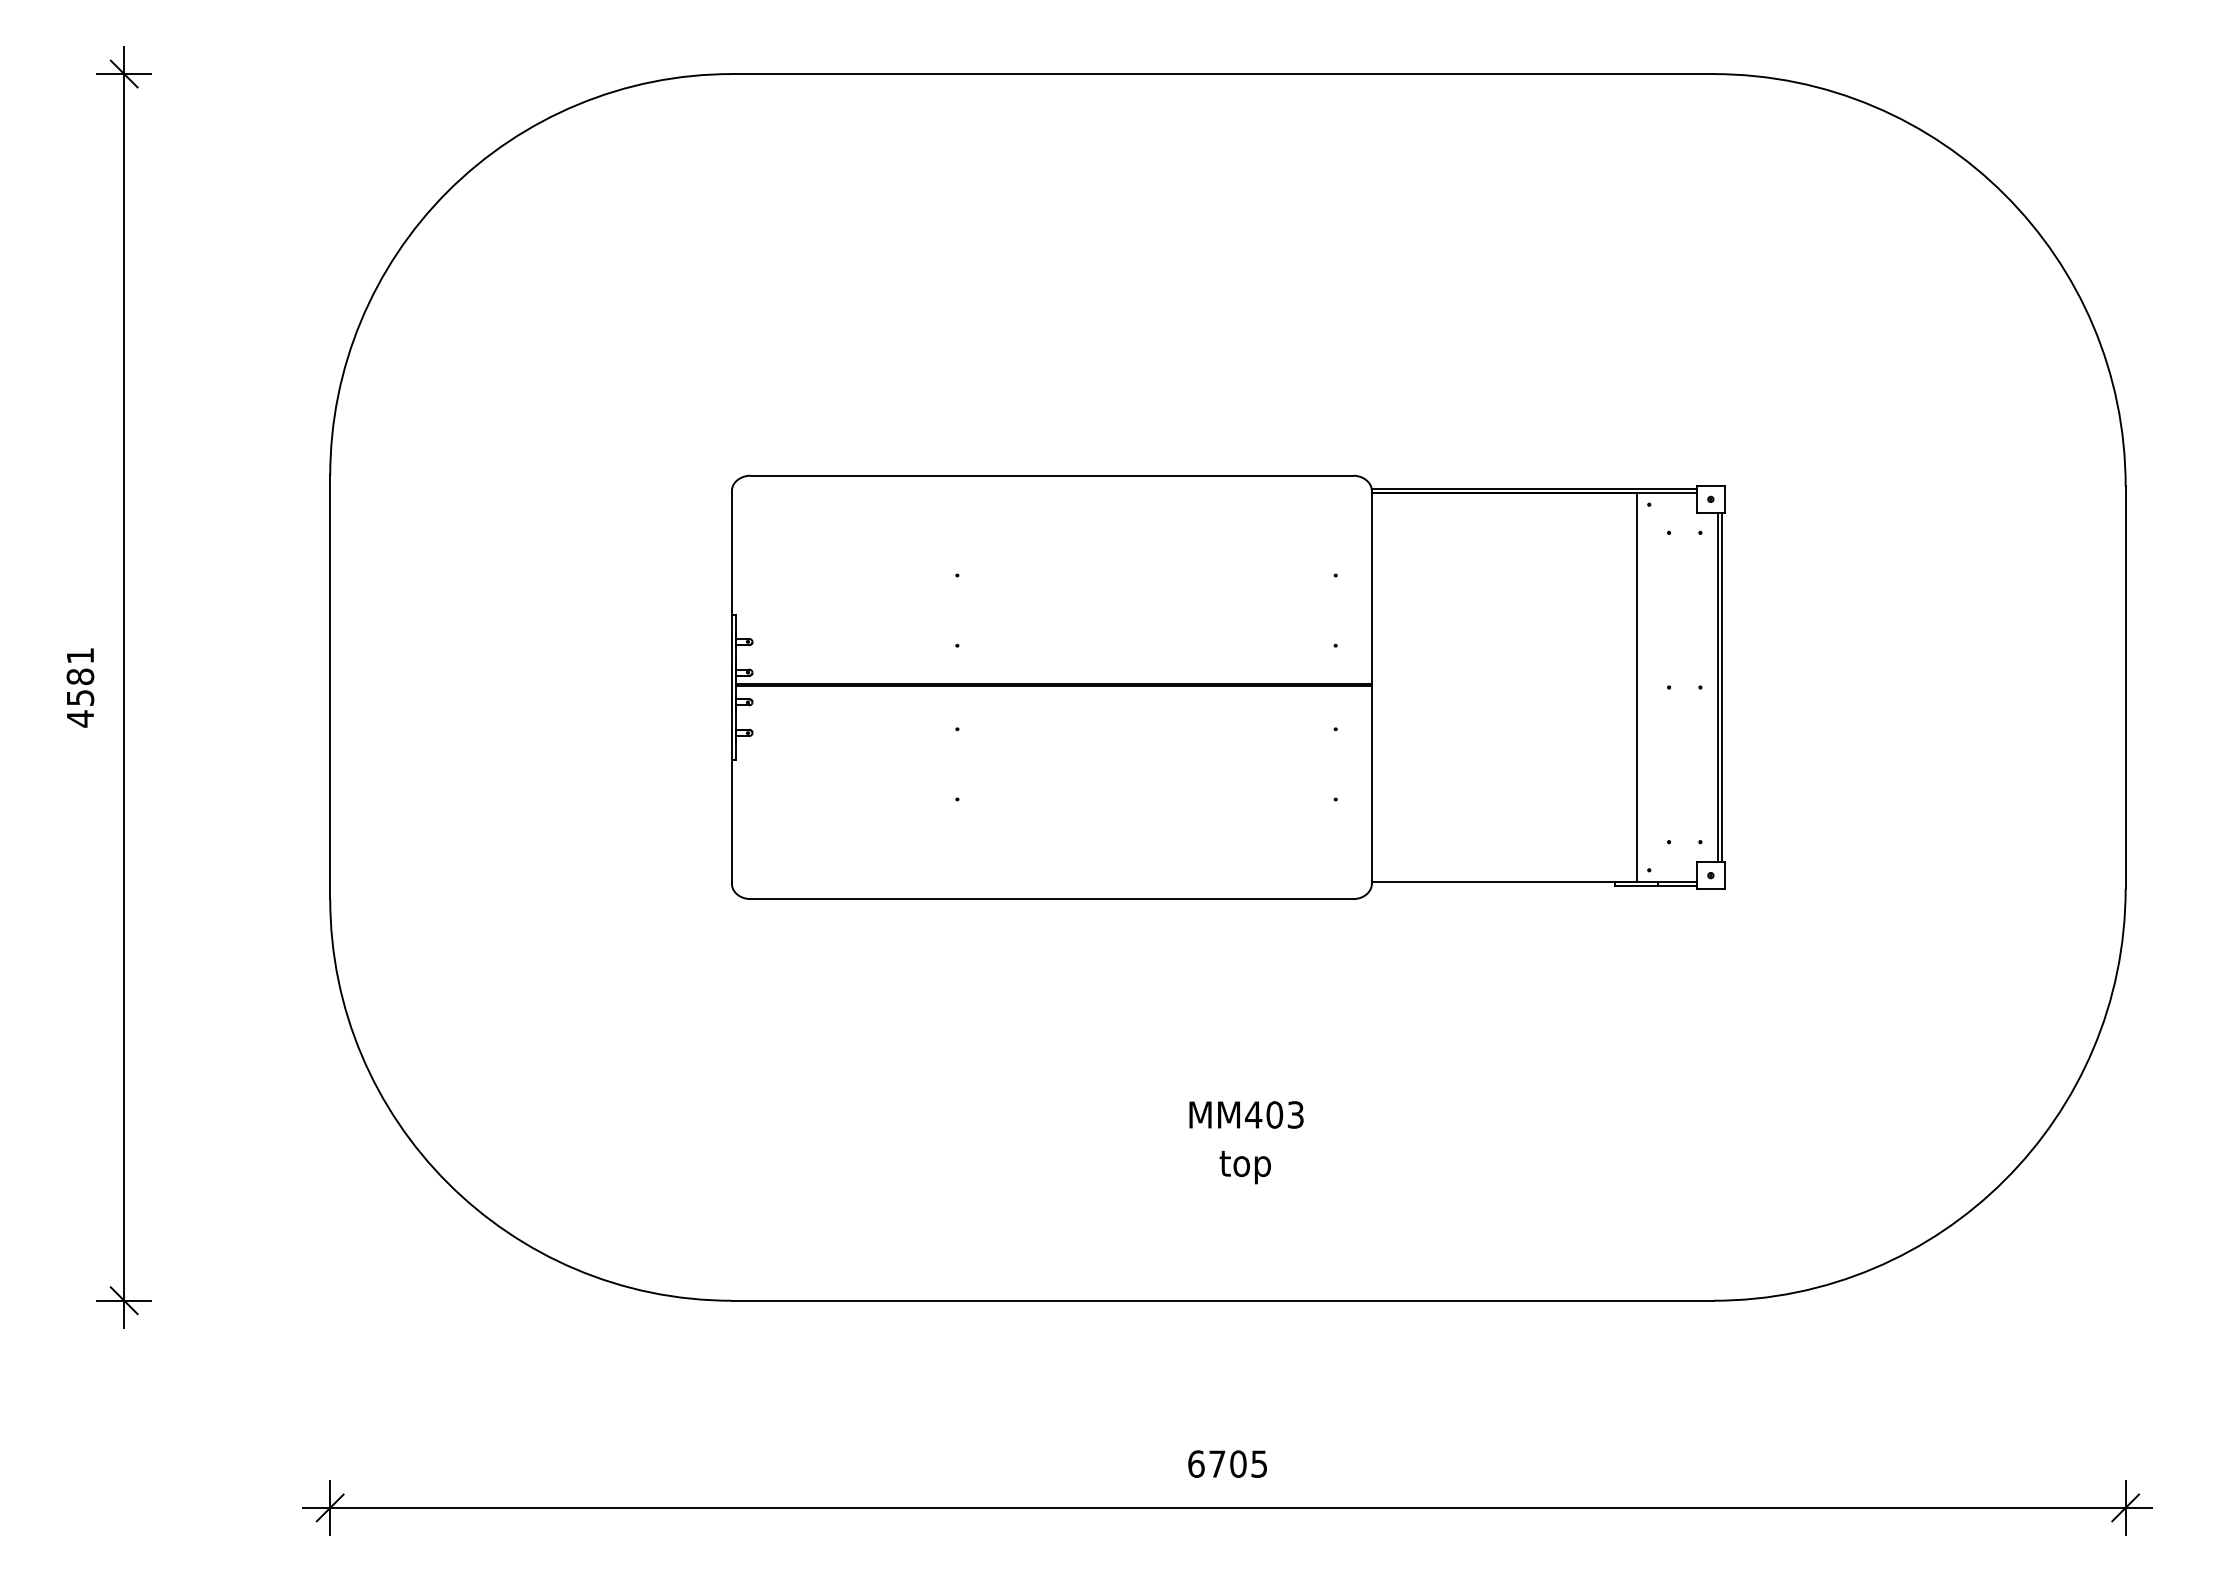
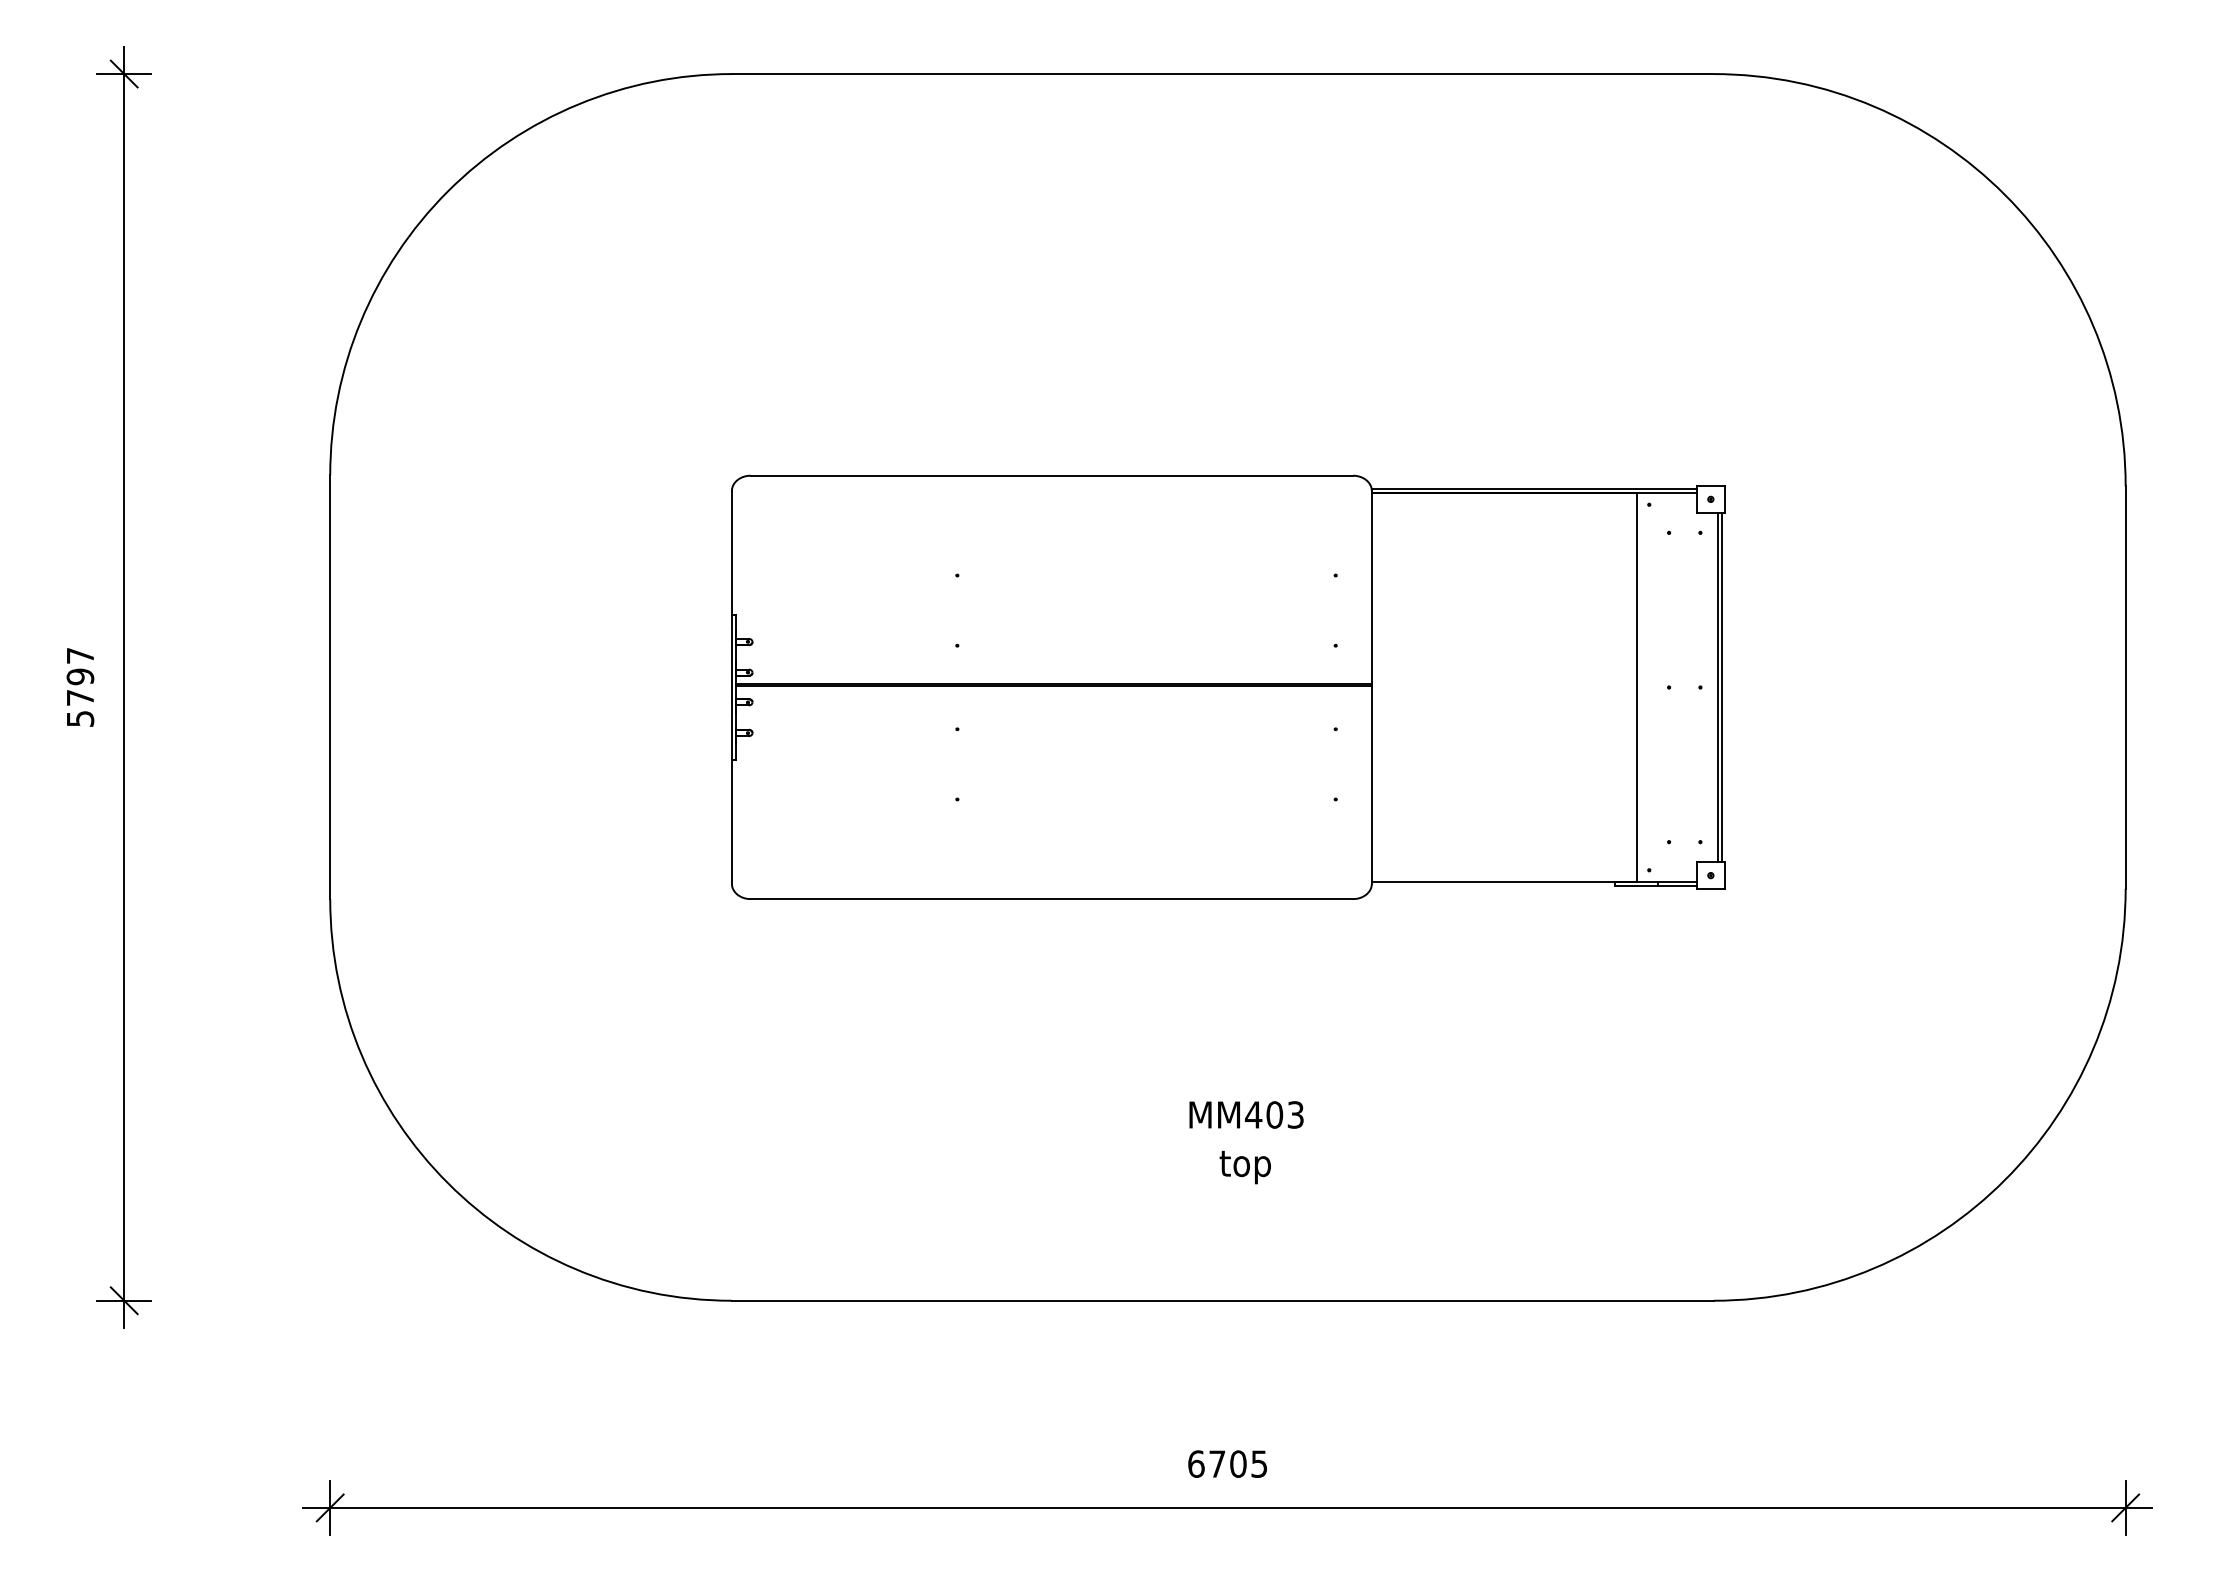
text at (80, 687): 4581 -> 5797
